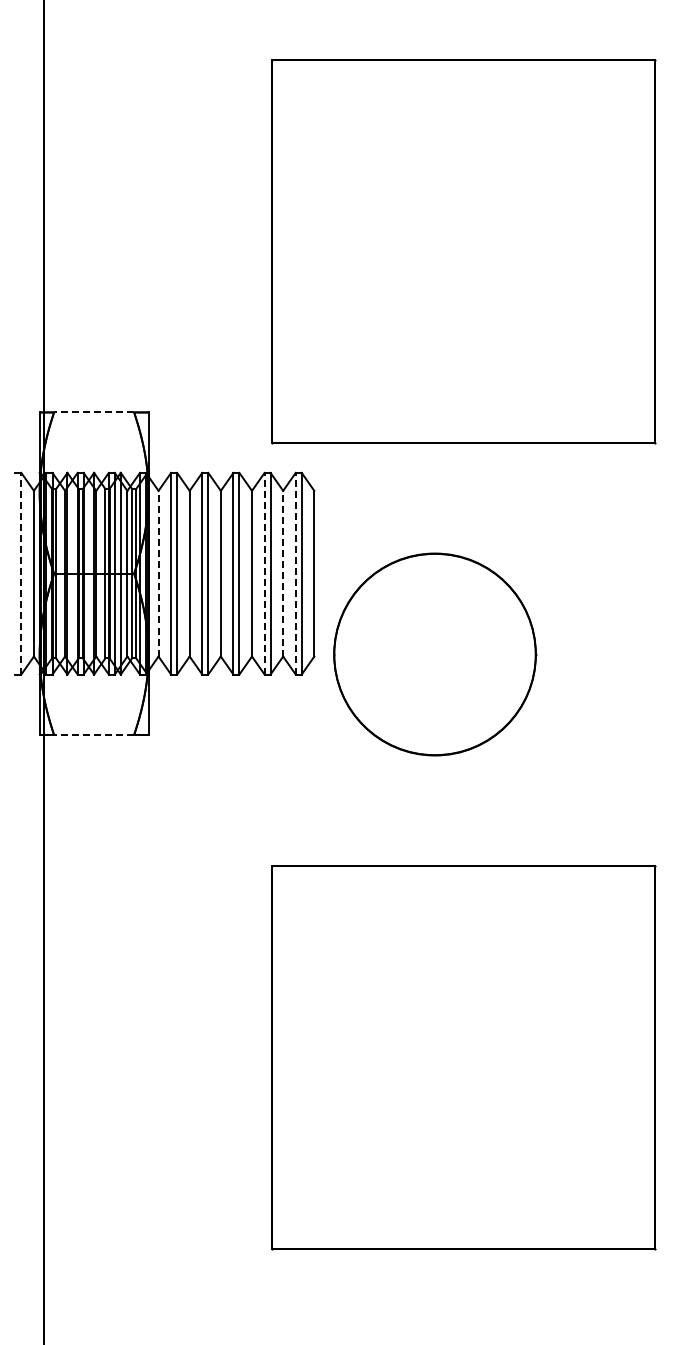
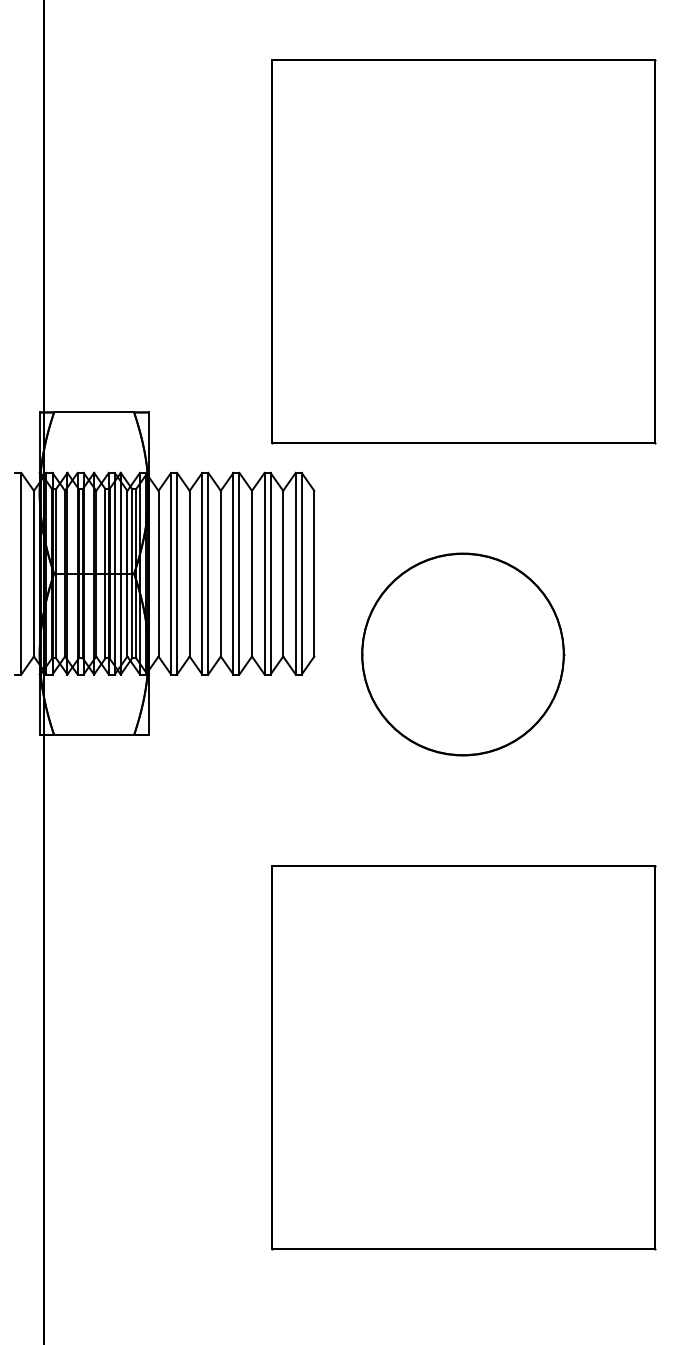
line at (93, 412): dashed -> solid
line at (21, 573): dashed -> solid
line at (158, 573): dashed -> solid
line at (264, 573): dashed -> solid
line at (283, 573): dashed -> solid
line at (295, 573): dashed -> solid
part at (435, 654) position: (435, 654) -> (463, 654)
line at (93, 734): dashed -> solid
